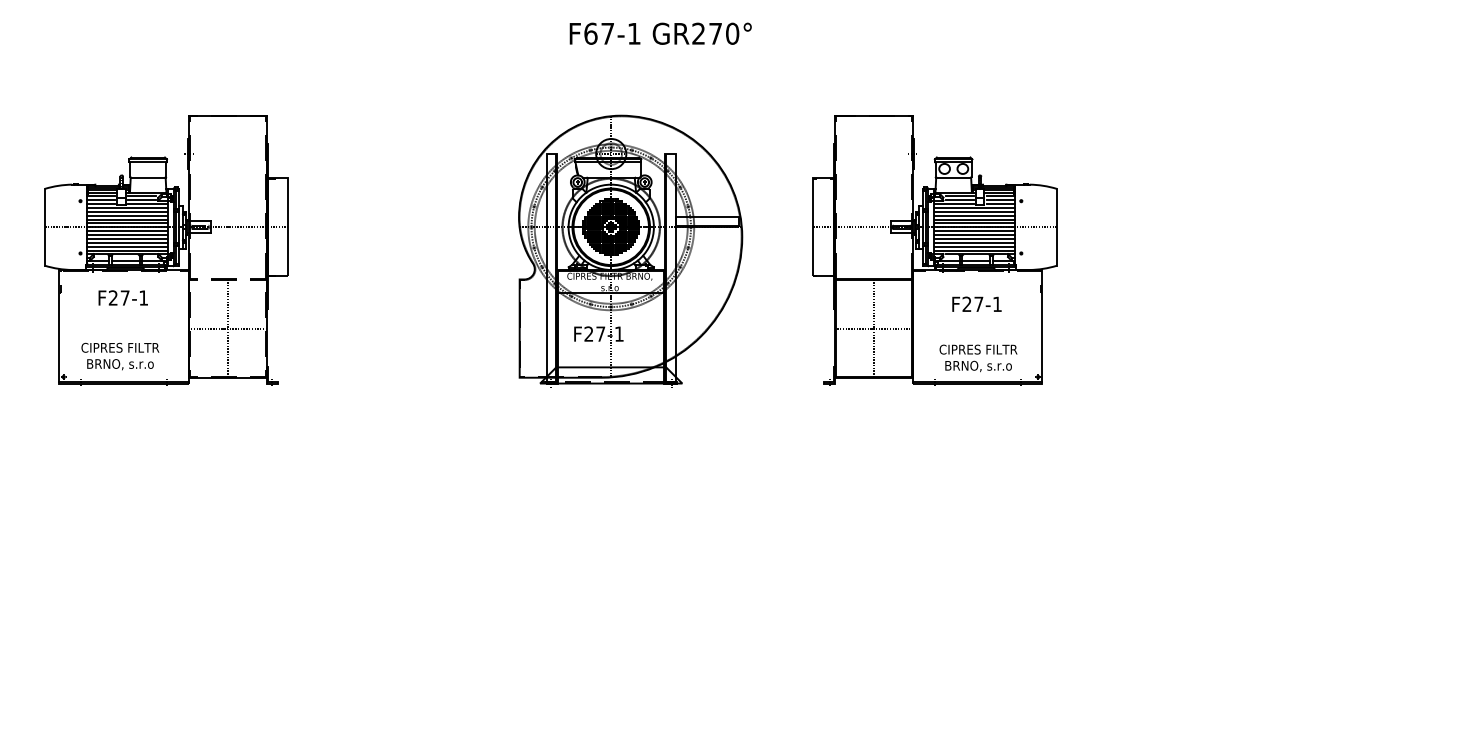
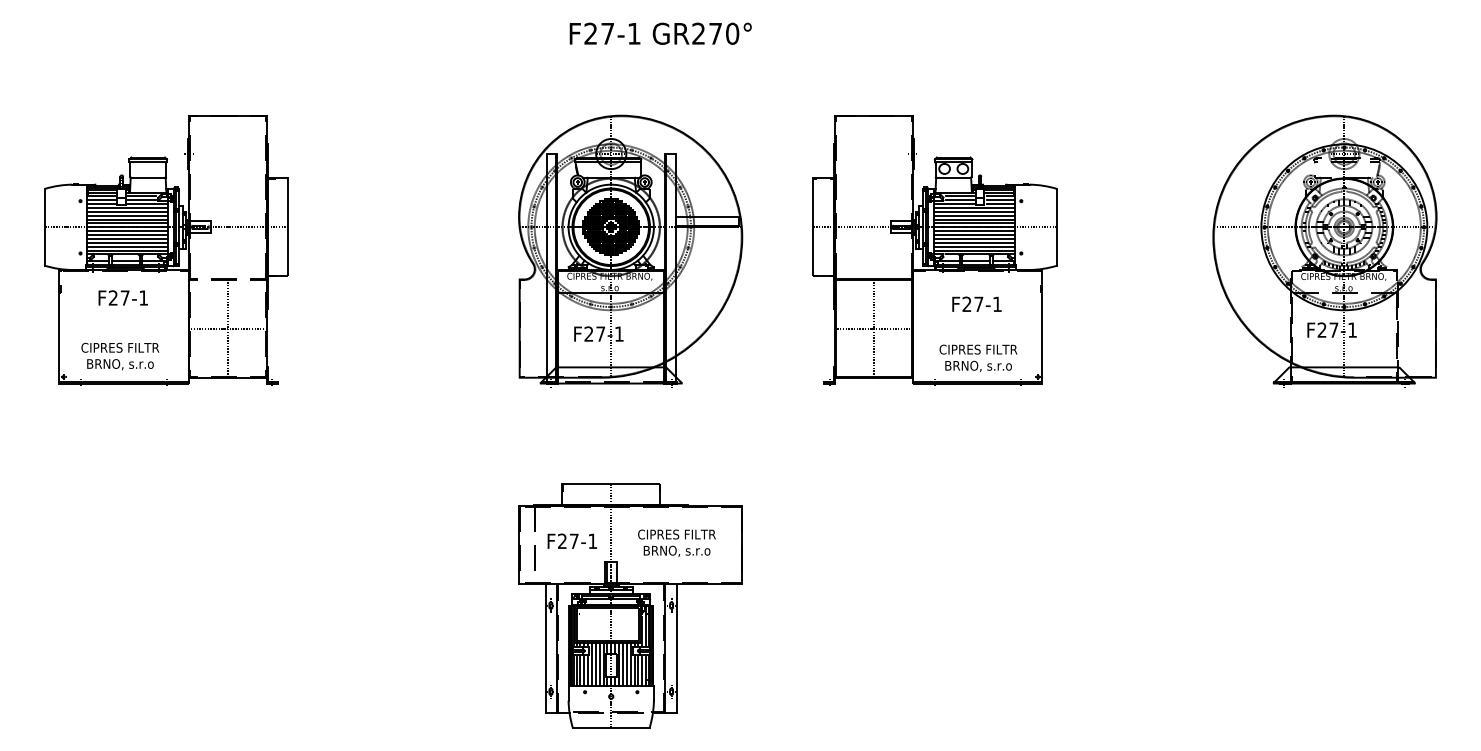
text at (590, 33): F67-1 -> F27-1
part at (1324, 250): none -> present
part at (630, 605): none -> present
